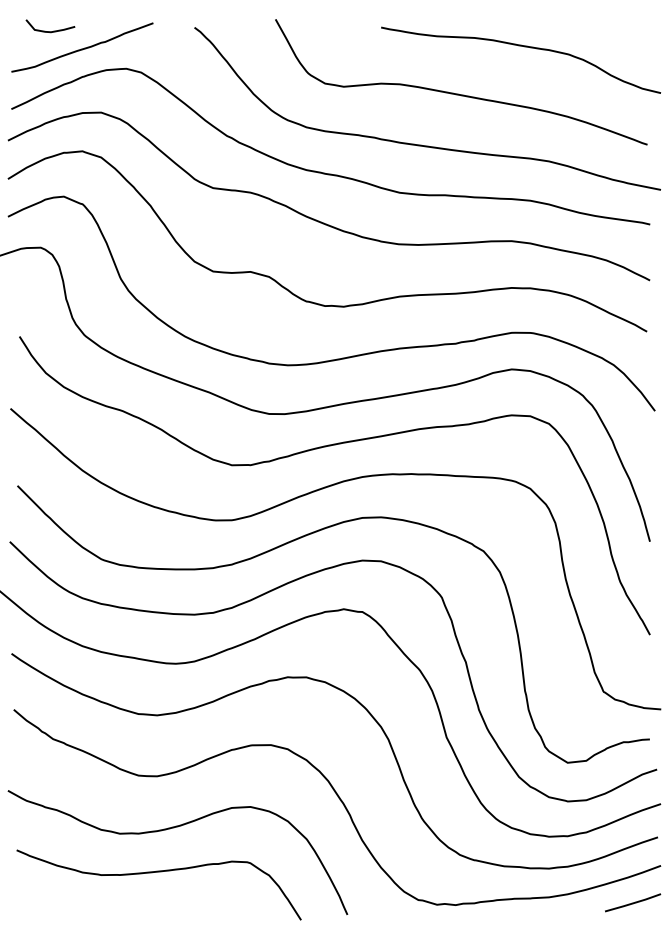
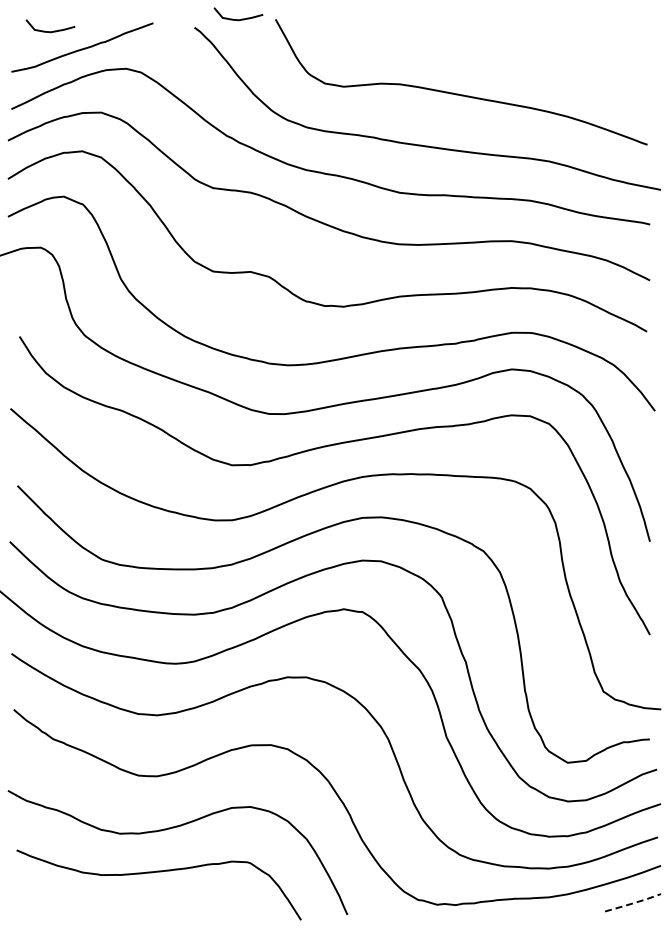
curve at (241, 18): none -> present
curve at (524, 47): present -> none
line at (633, 903): solid -> dashed
